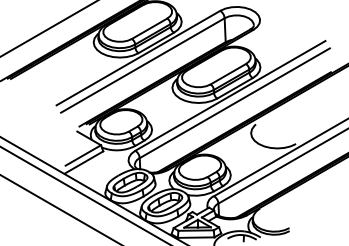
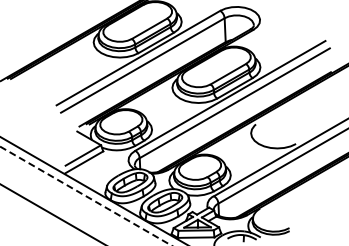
line at (48, 28): present -> none
line at (85, 196): solid -> dashed
line at (59, 209) position: (59, 209) -> (51, 213)
